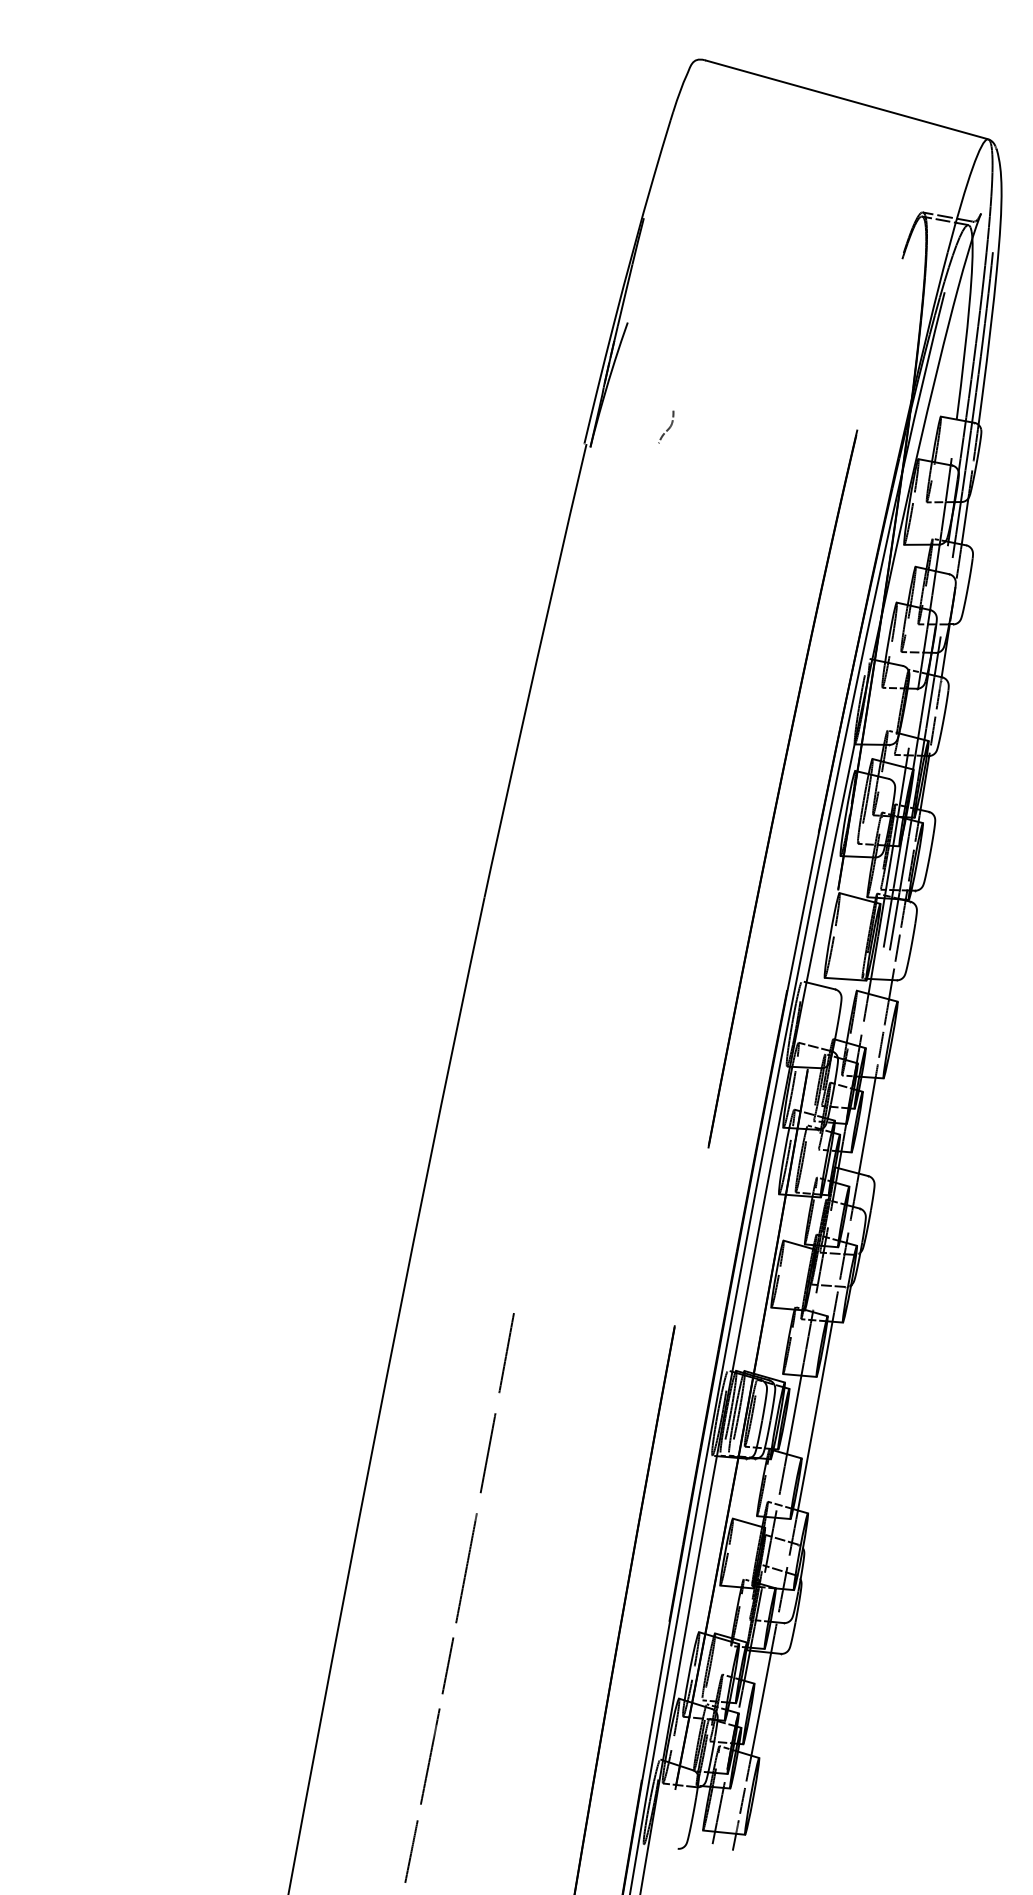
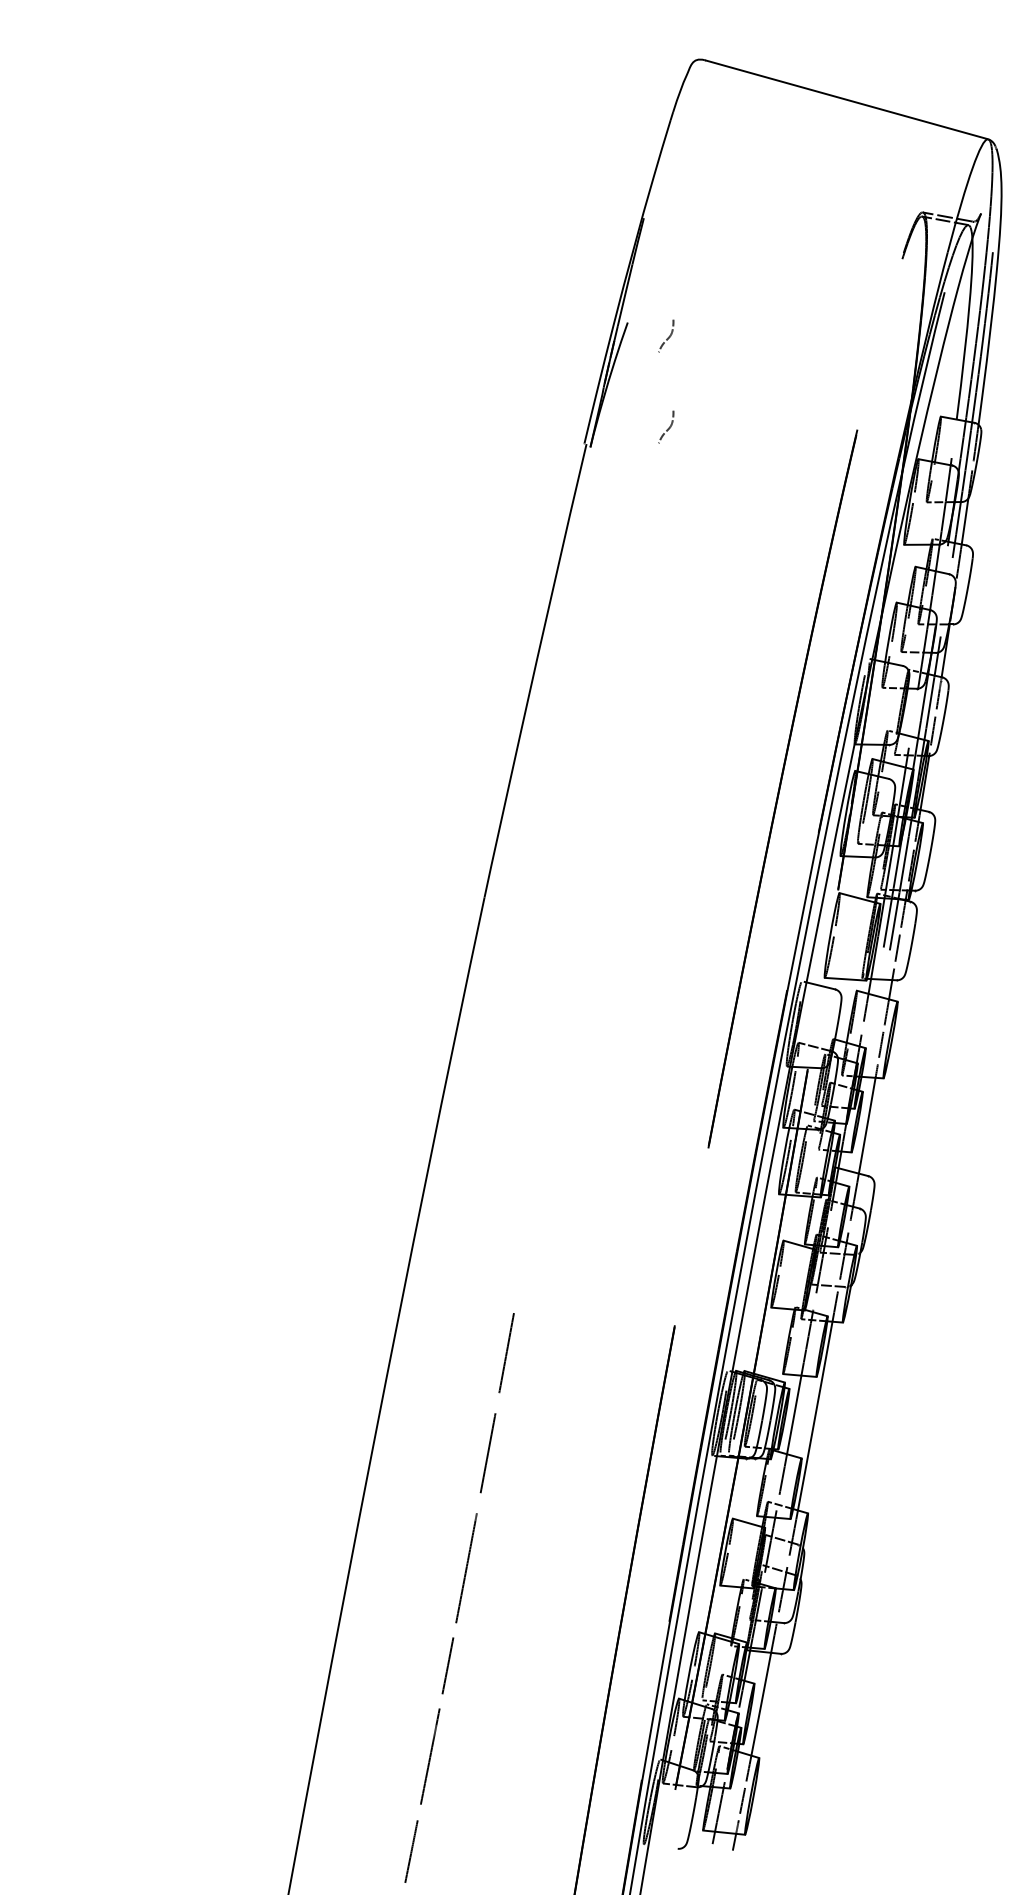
part at (666, 335): none -> present
